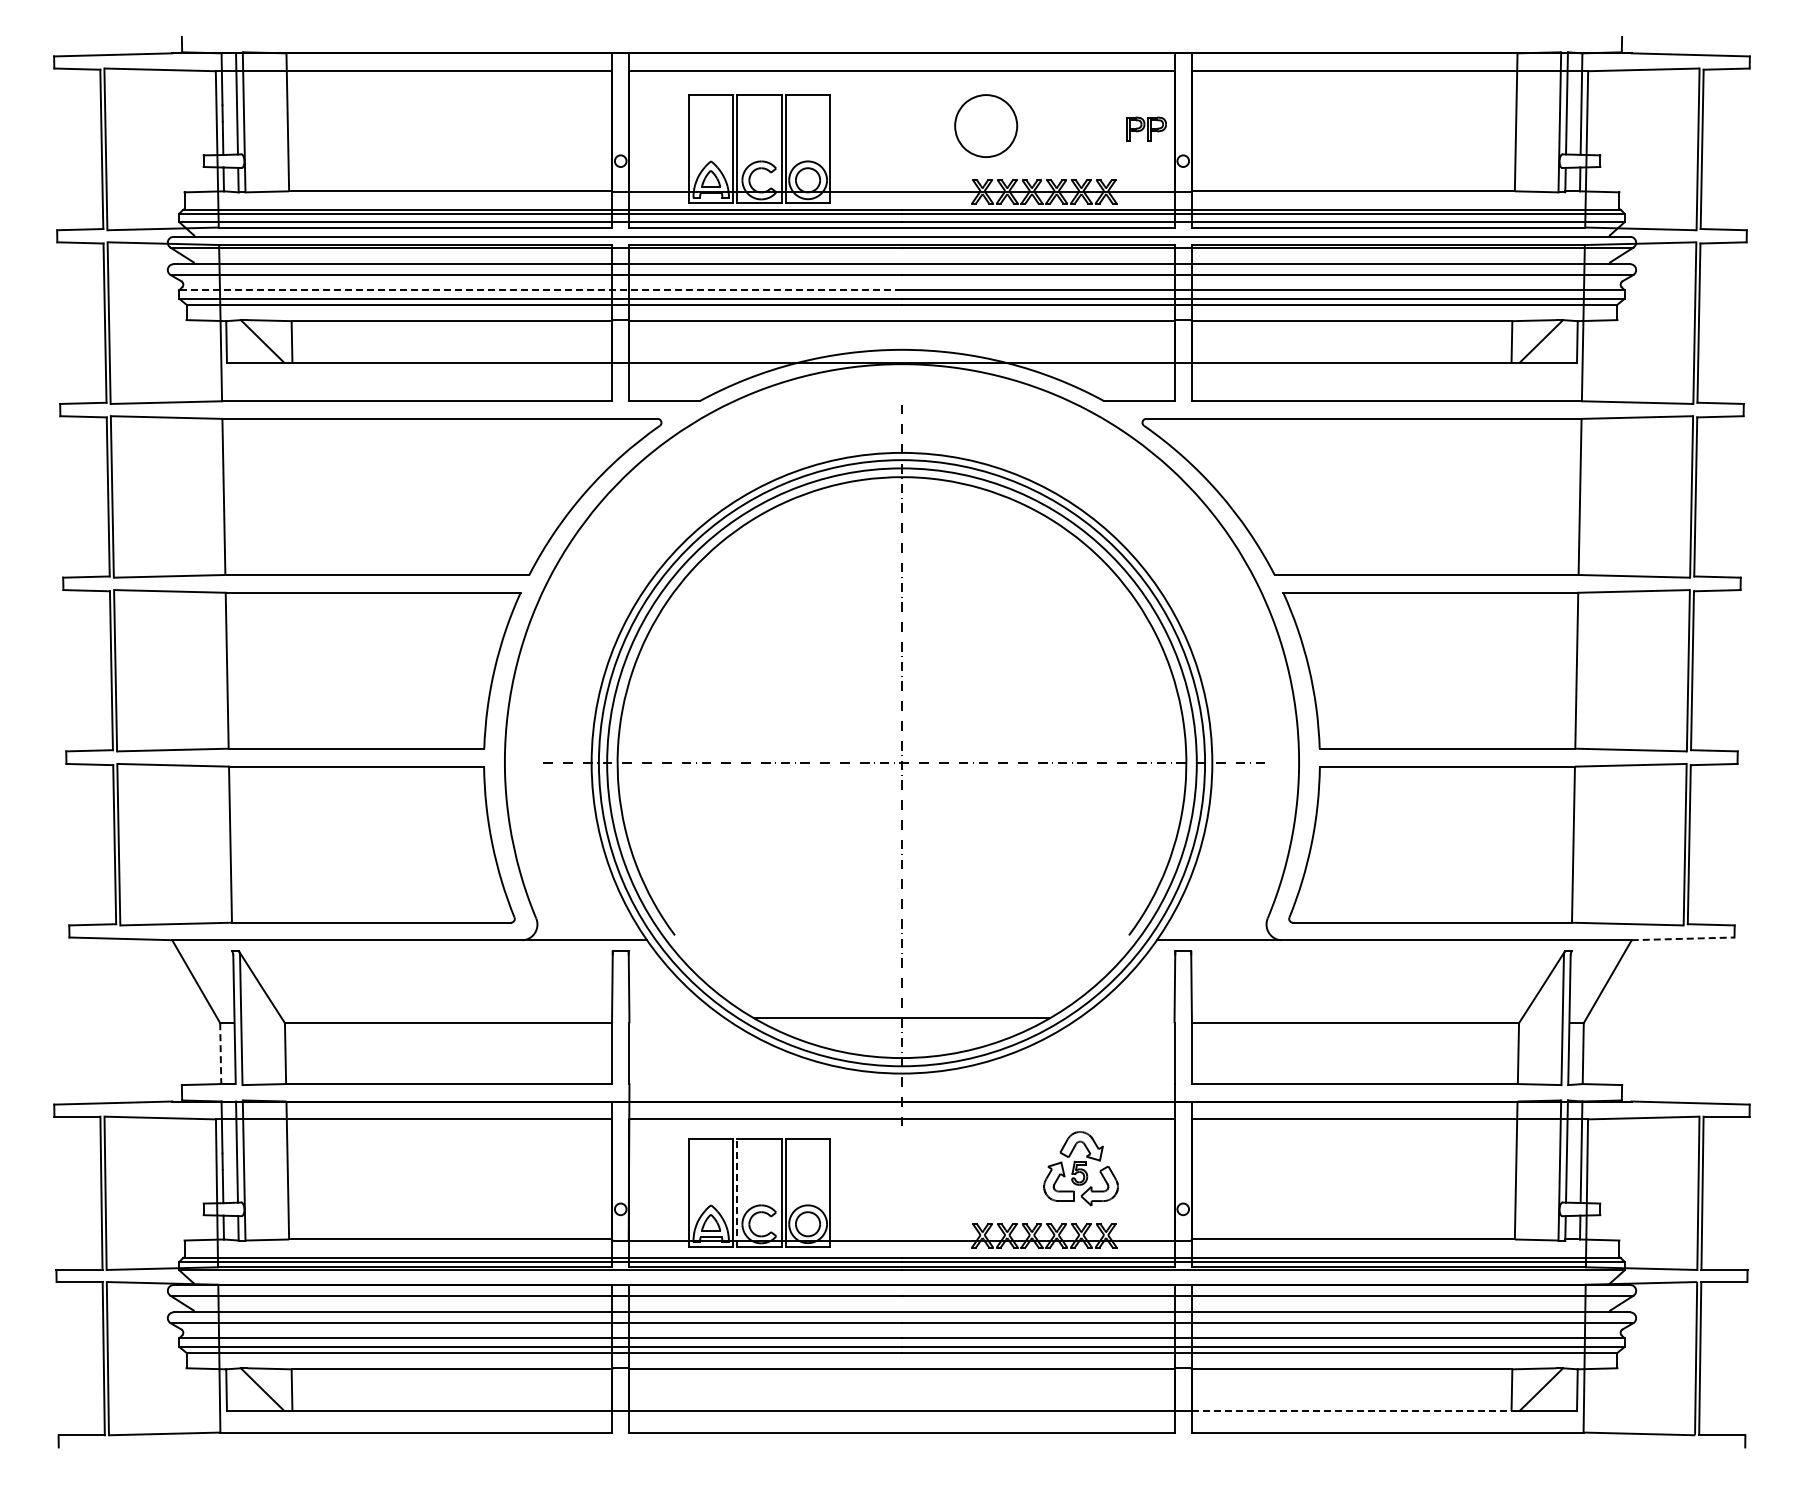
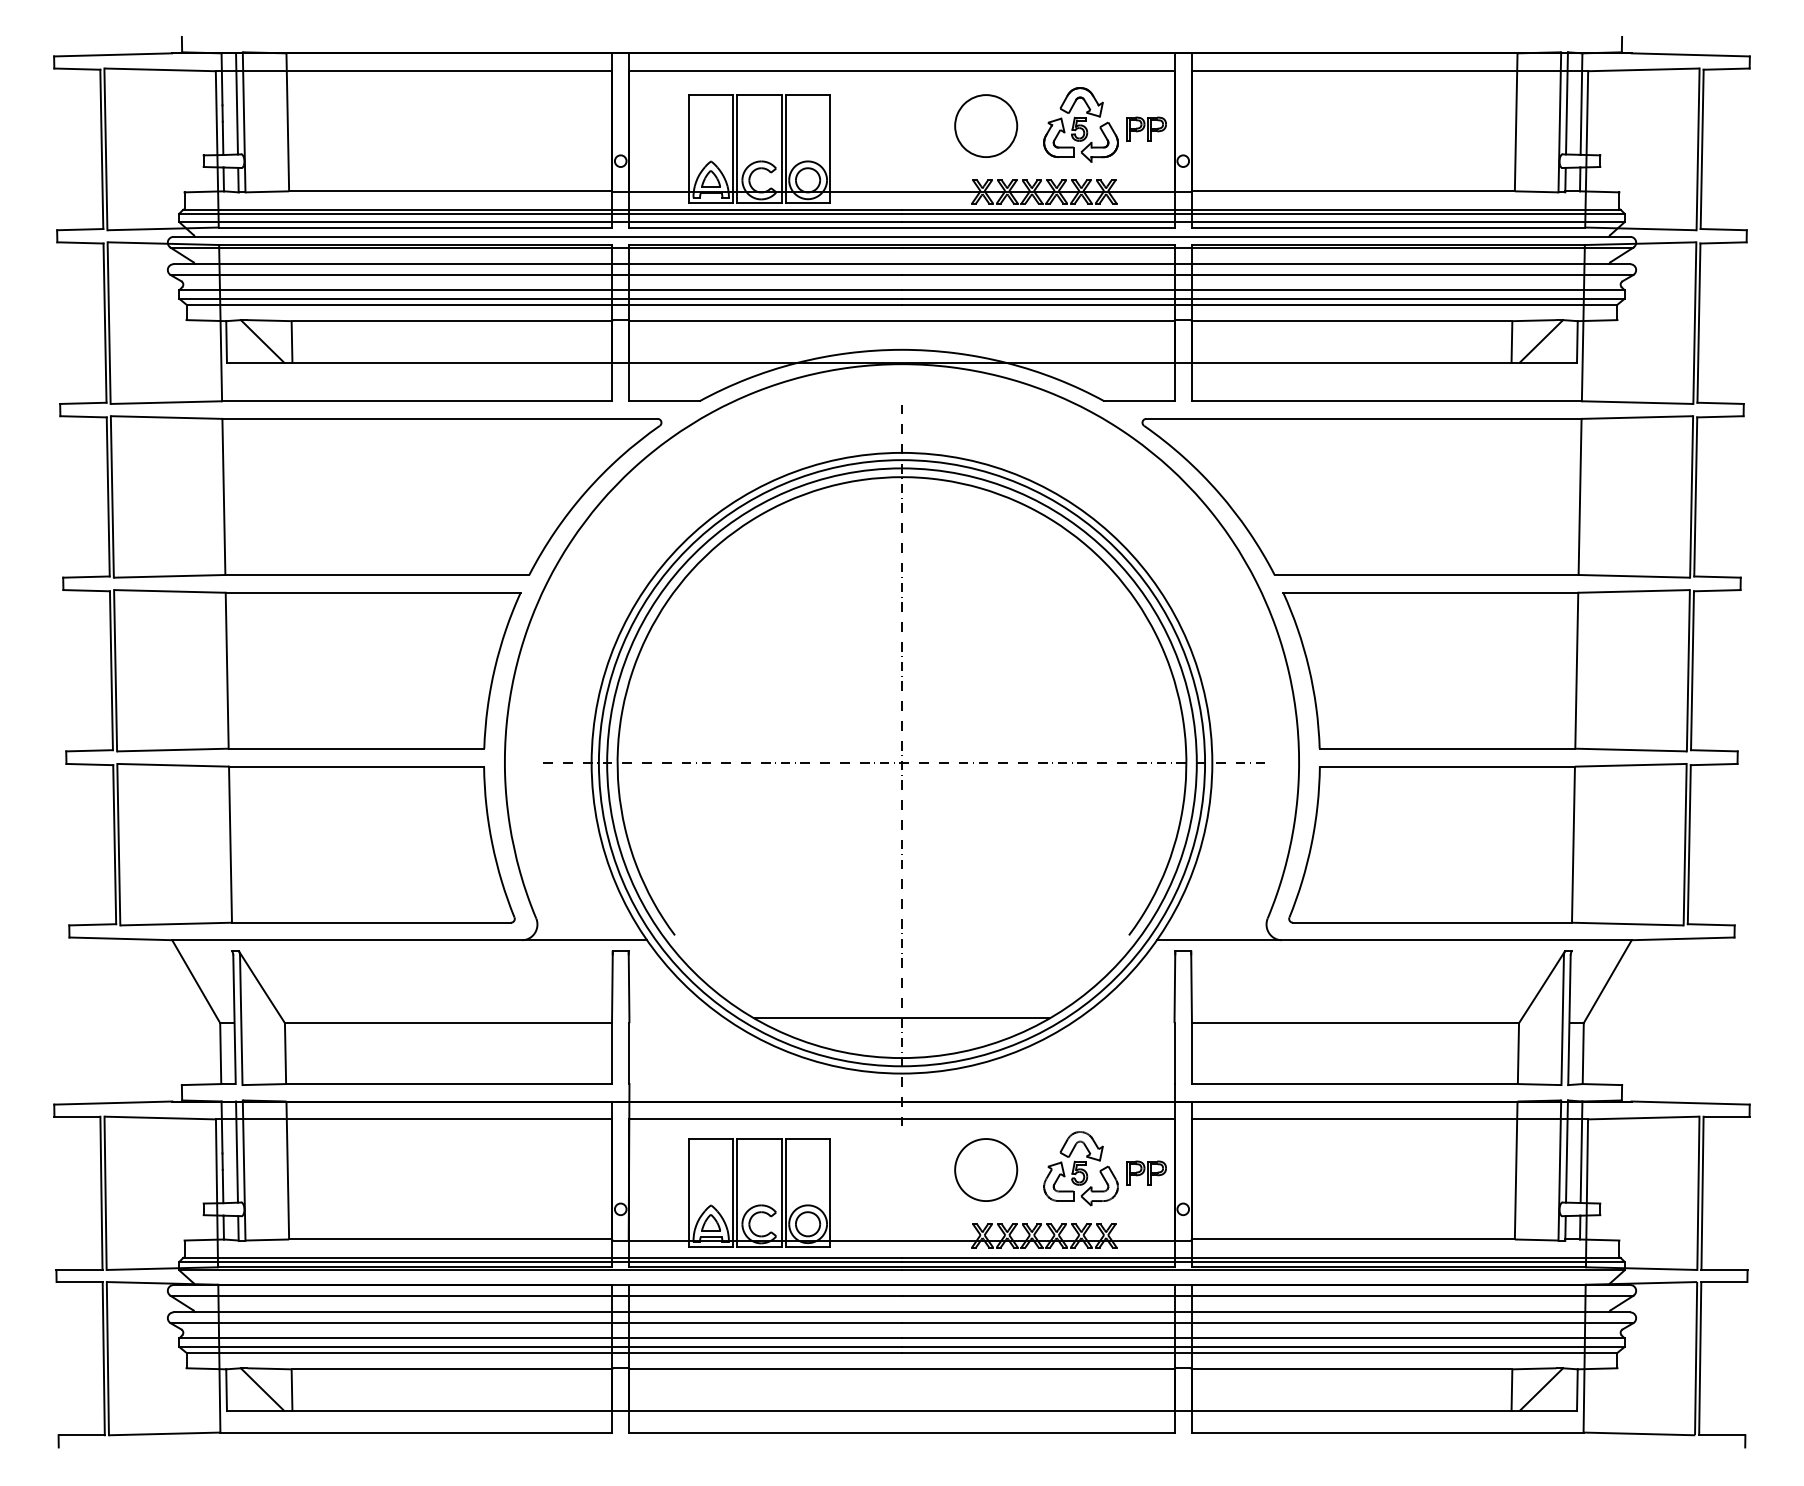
part at (1080, 124): none -> present
line at (540, 290): dashed -> solid
line at (1683, 938): dashed -> solid
line at (220, 1054): dashed -> solid
part at (986, 1169): none -> present
part at (1146, 1172): none -> present
line at (737, 1192): dashed -> solid
line at (1351, 1411): dashed -> solid
